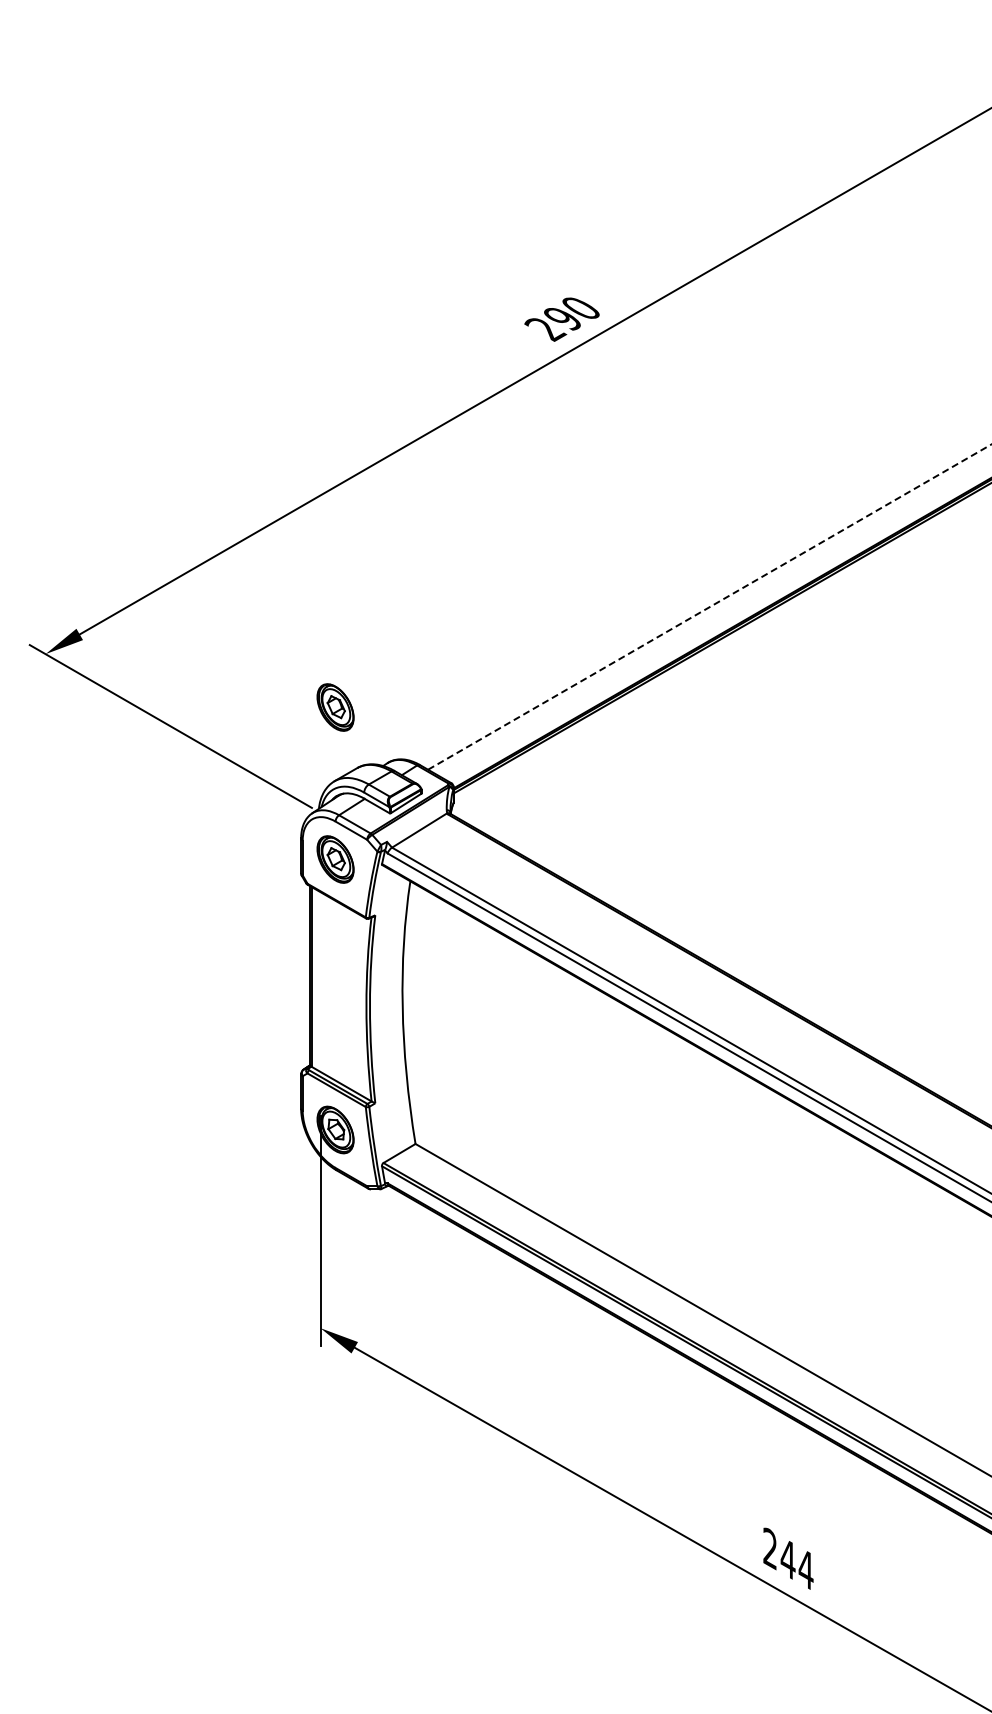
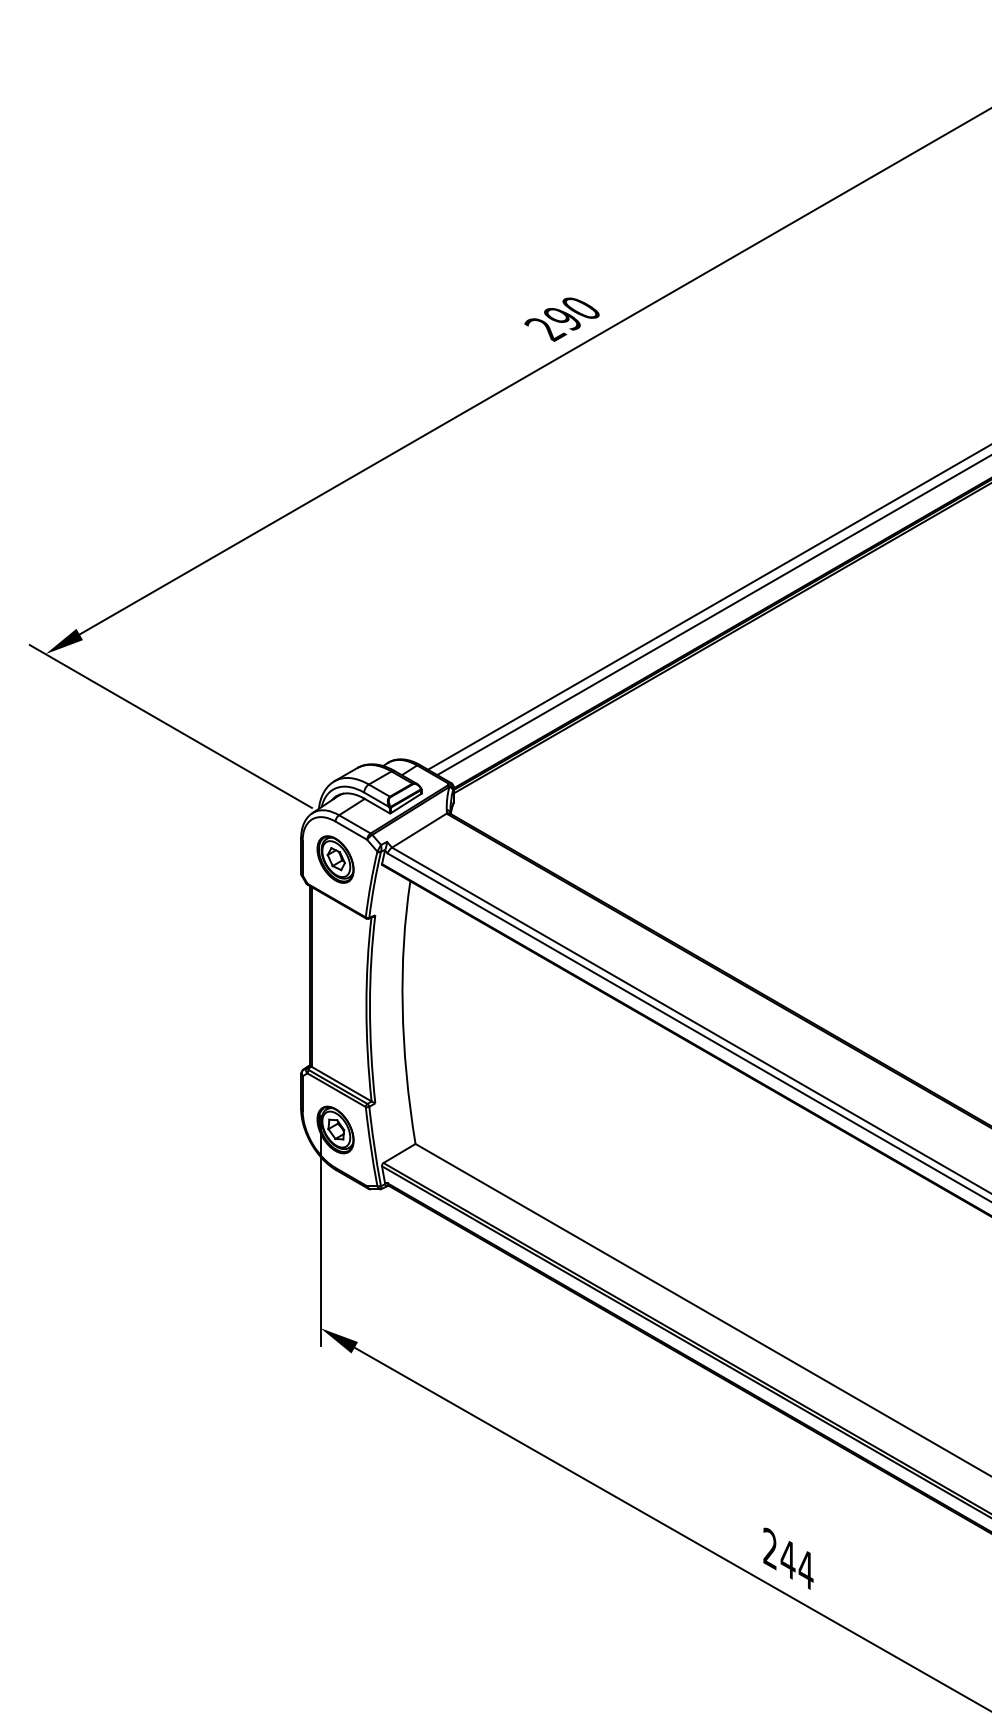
line at (710, 606): dashed -> solid
line at (712, 615): none -> present
part at (335, 707): present -> none
